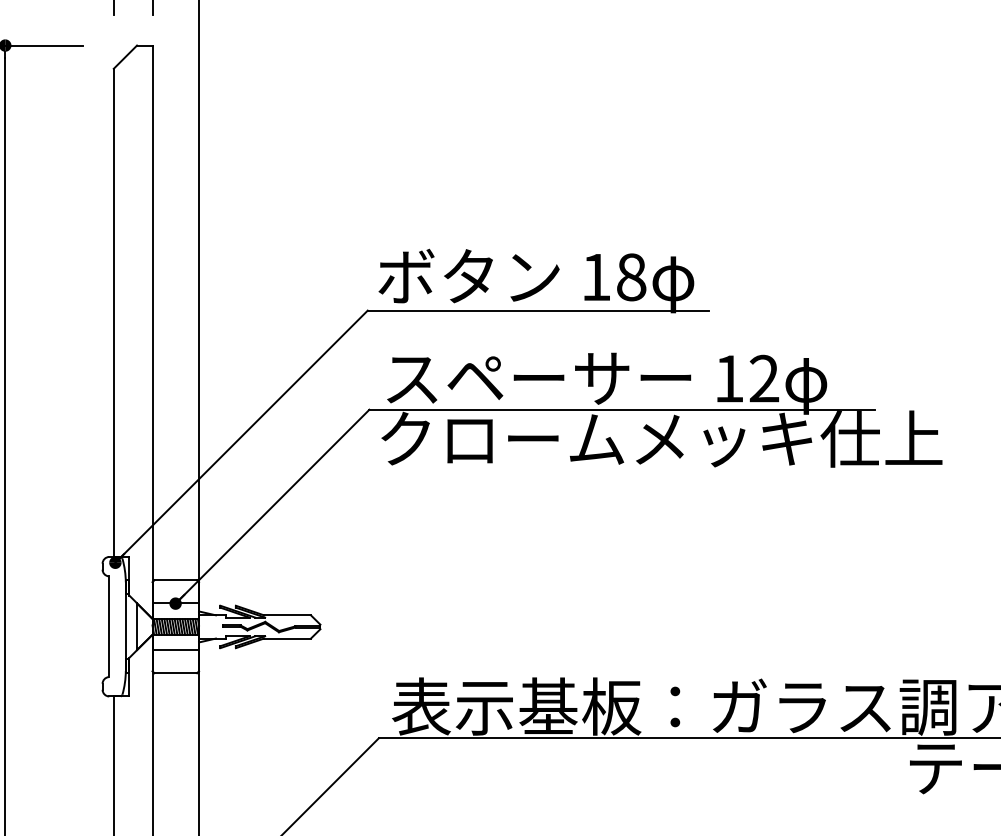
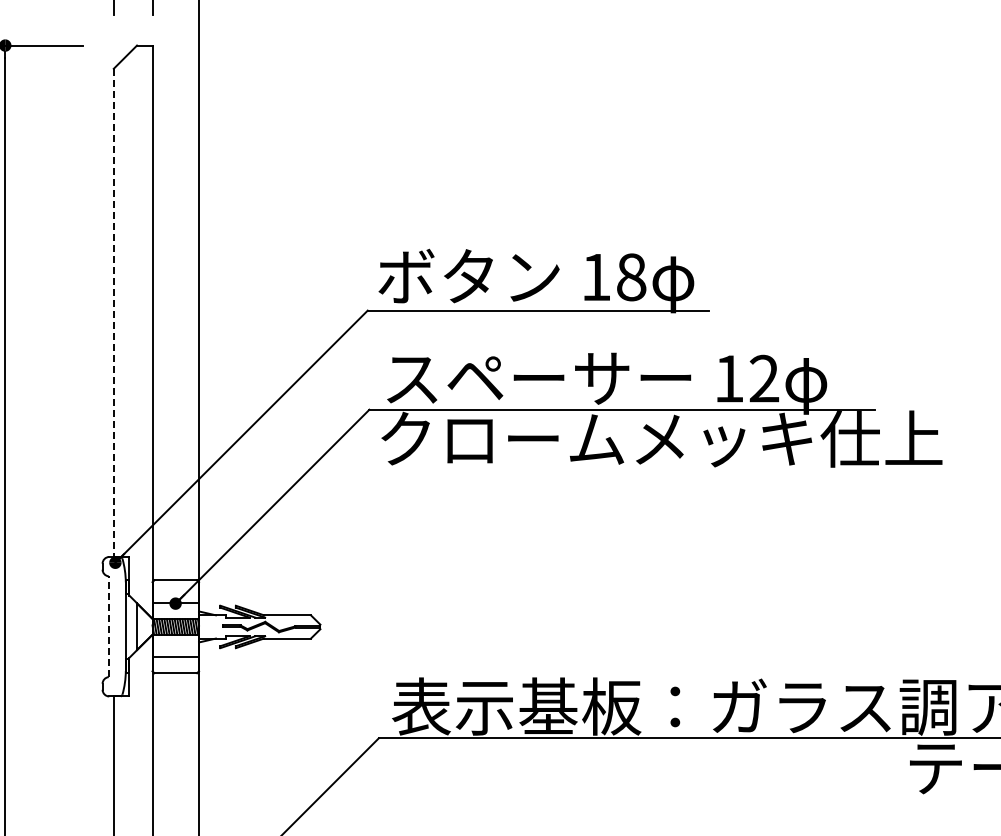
line at (113, 313): solid -> dashed
line at (108, 626): solid -> dashed
line at (175, 649) position: (175, 649) -> (175, 656)
